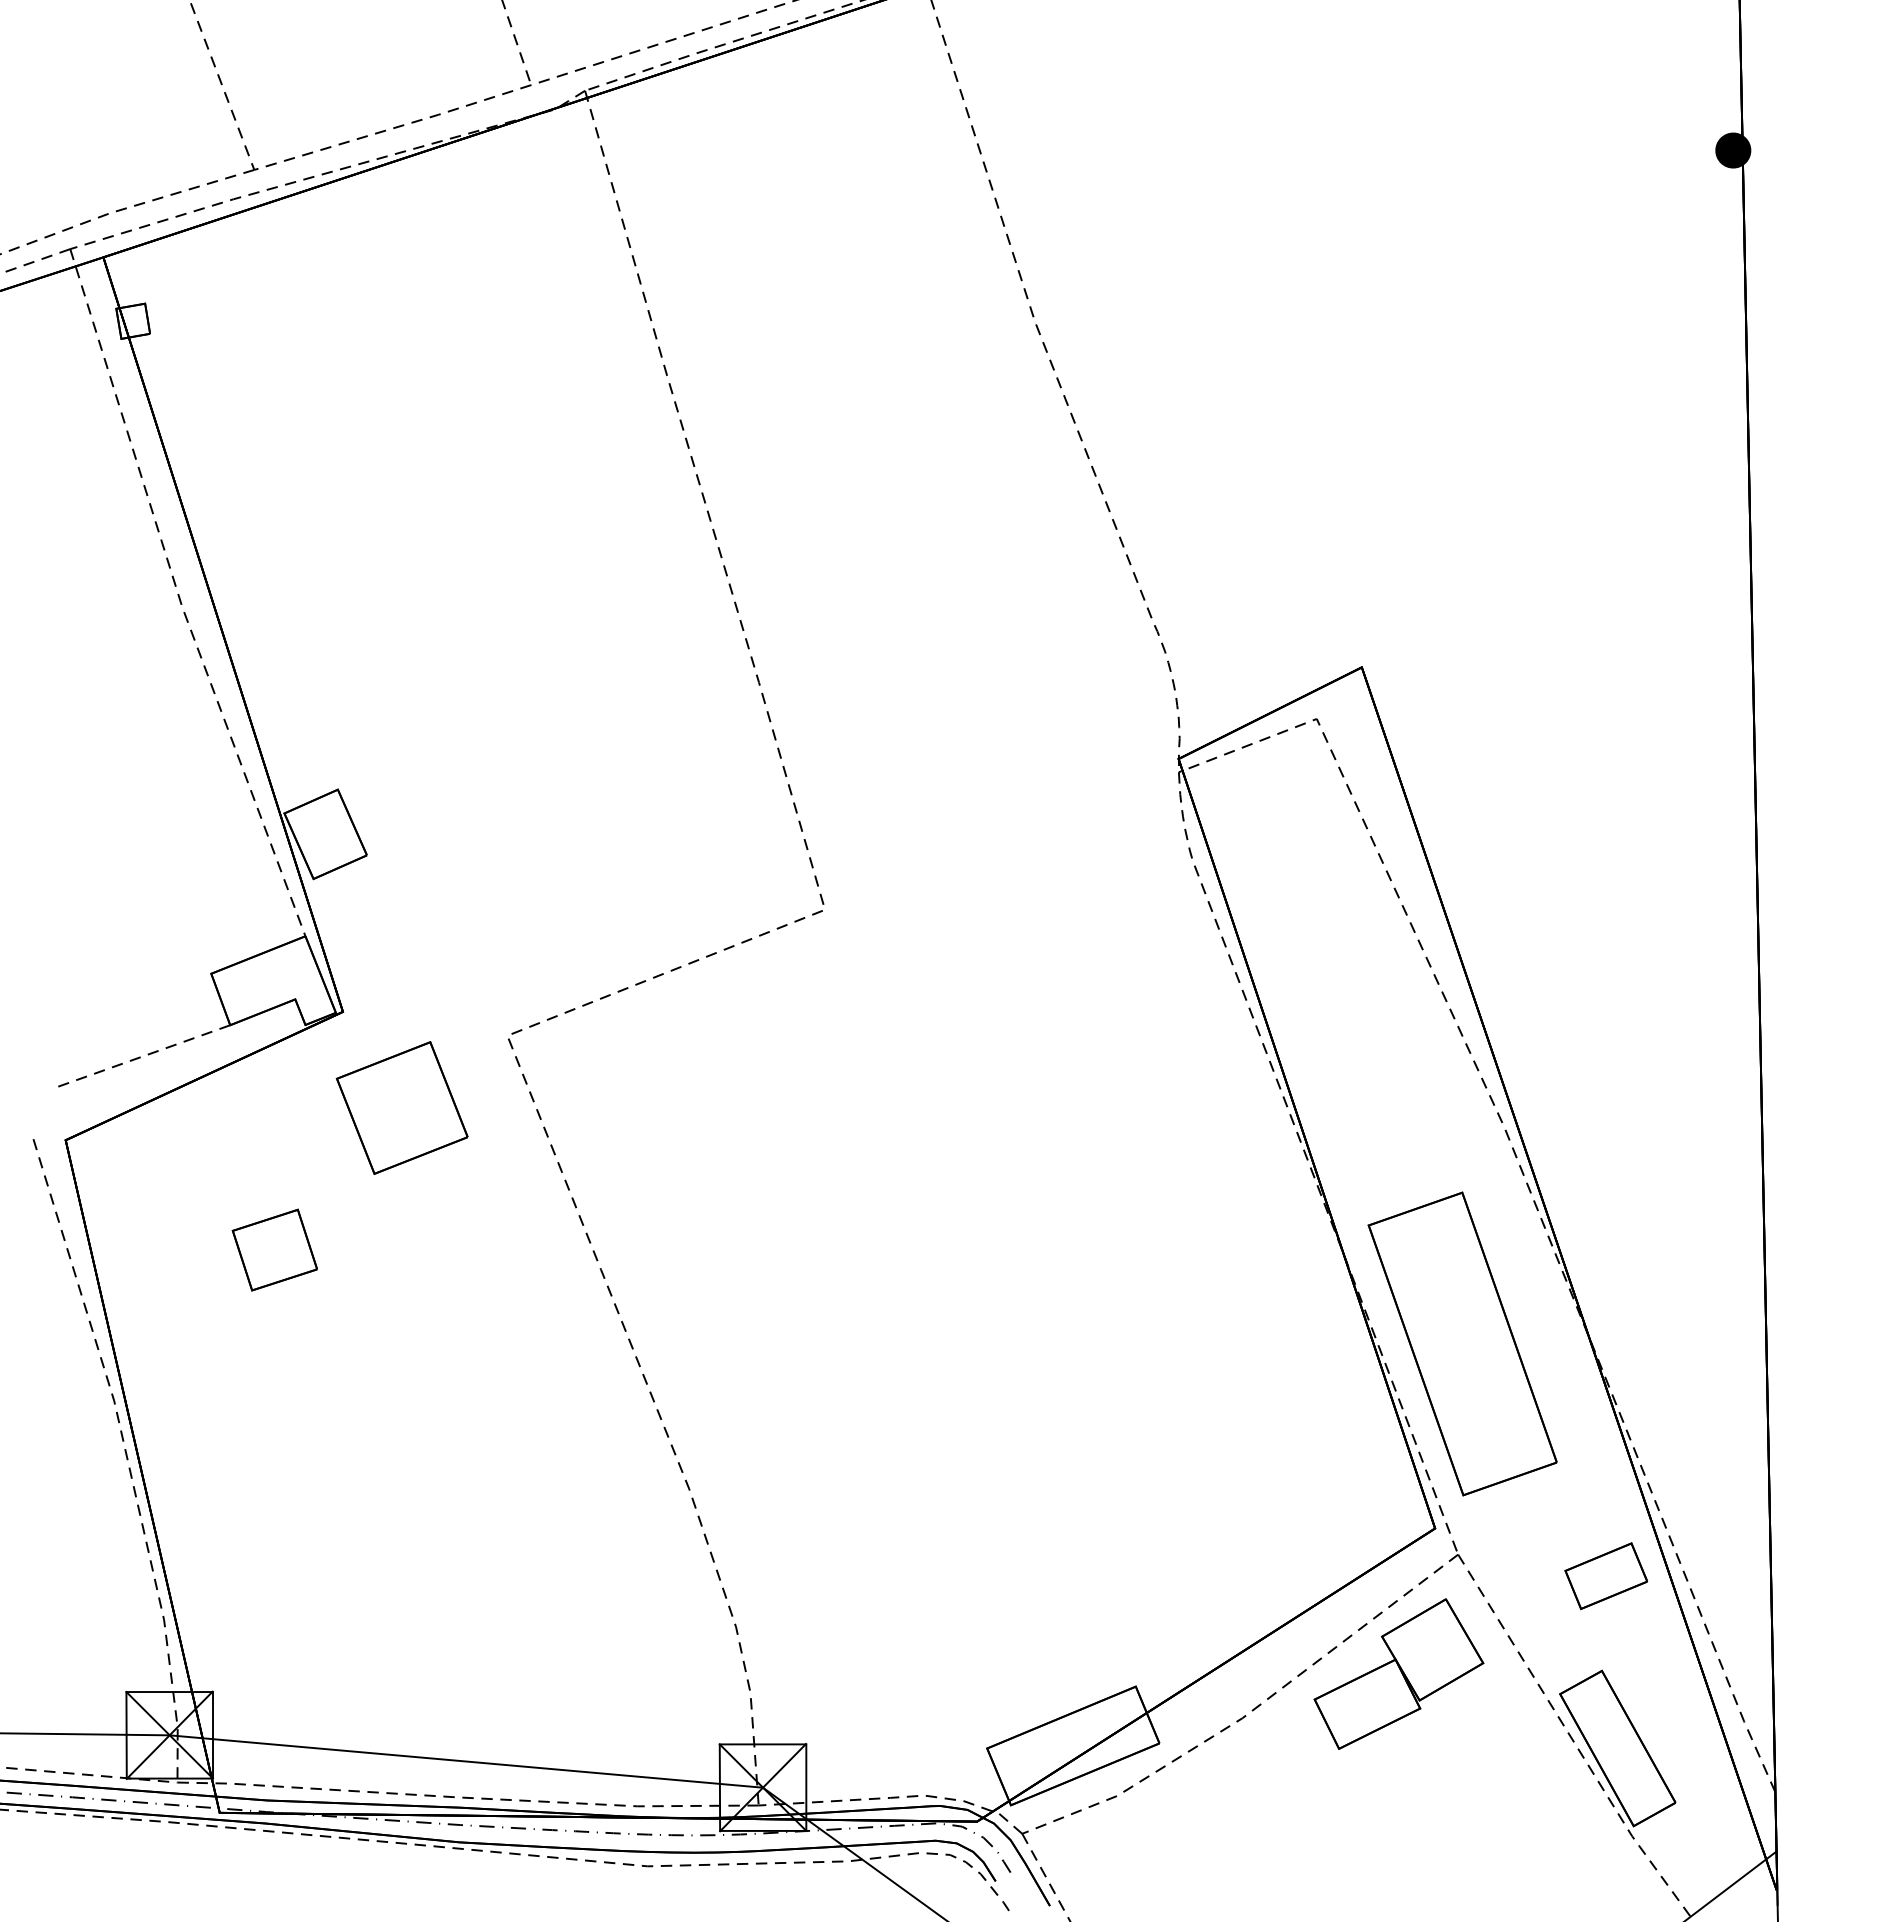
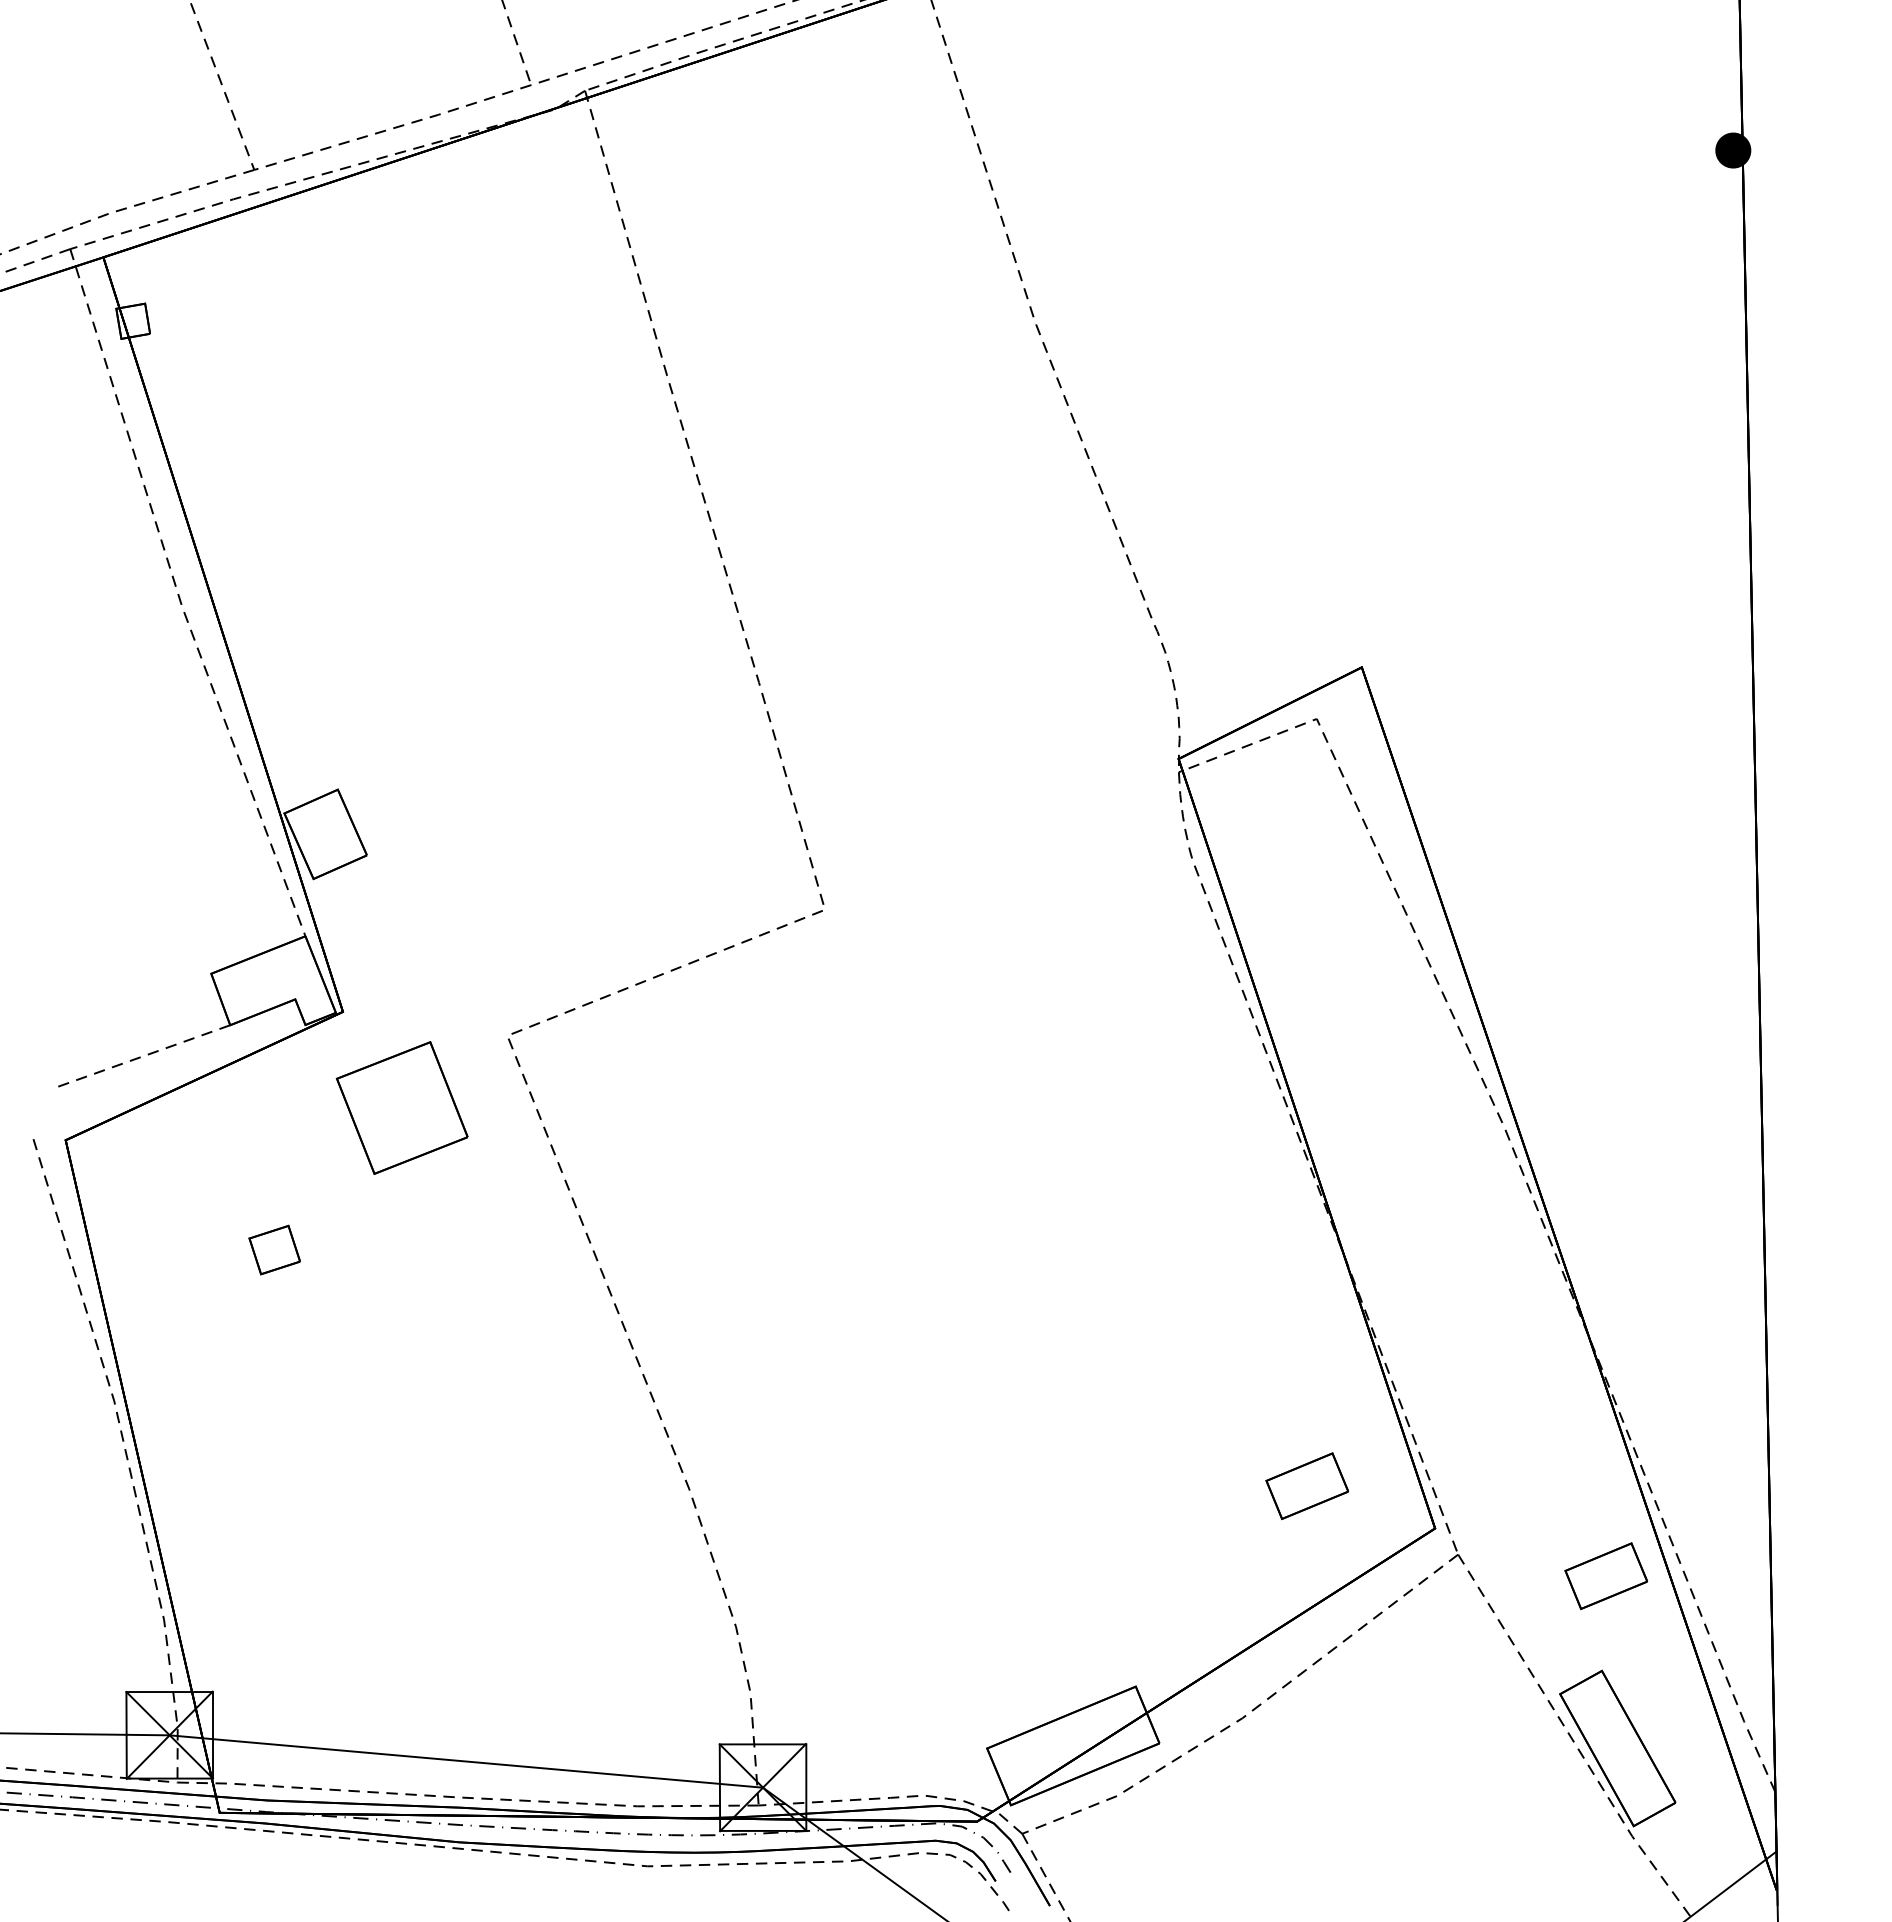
part at (274, 1249) size: 87x84 px -> 53x52 px
part at (1462, 1343): present -> none
part at (1306, 1486): none -> present
part at (1398, 1673): present -> none
